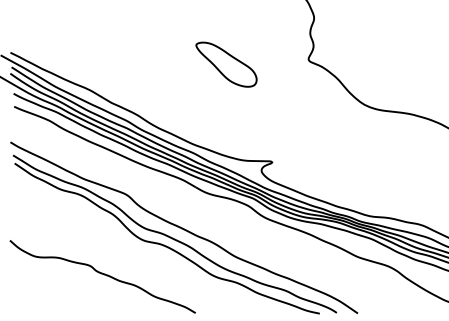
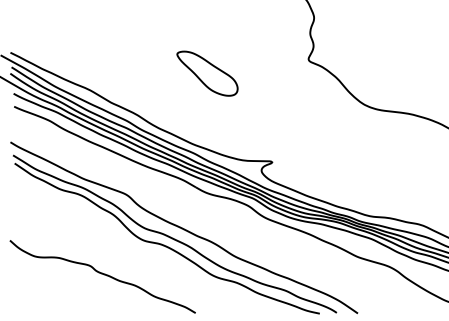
part at (226, 64) position: (226, 64) -> (207, 73)
